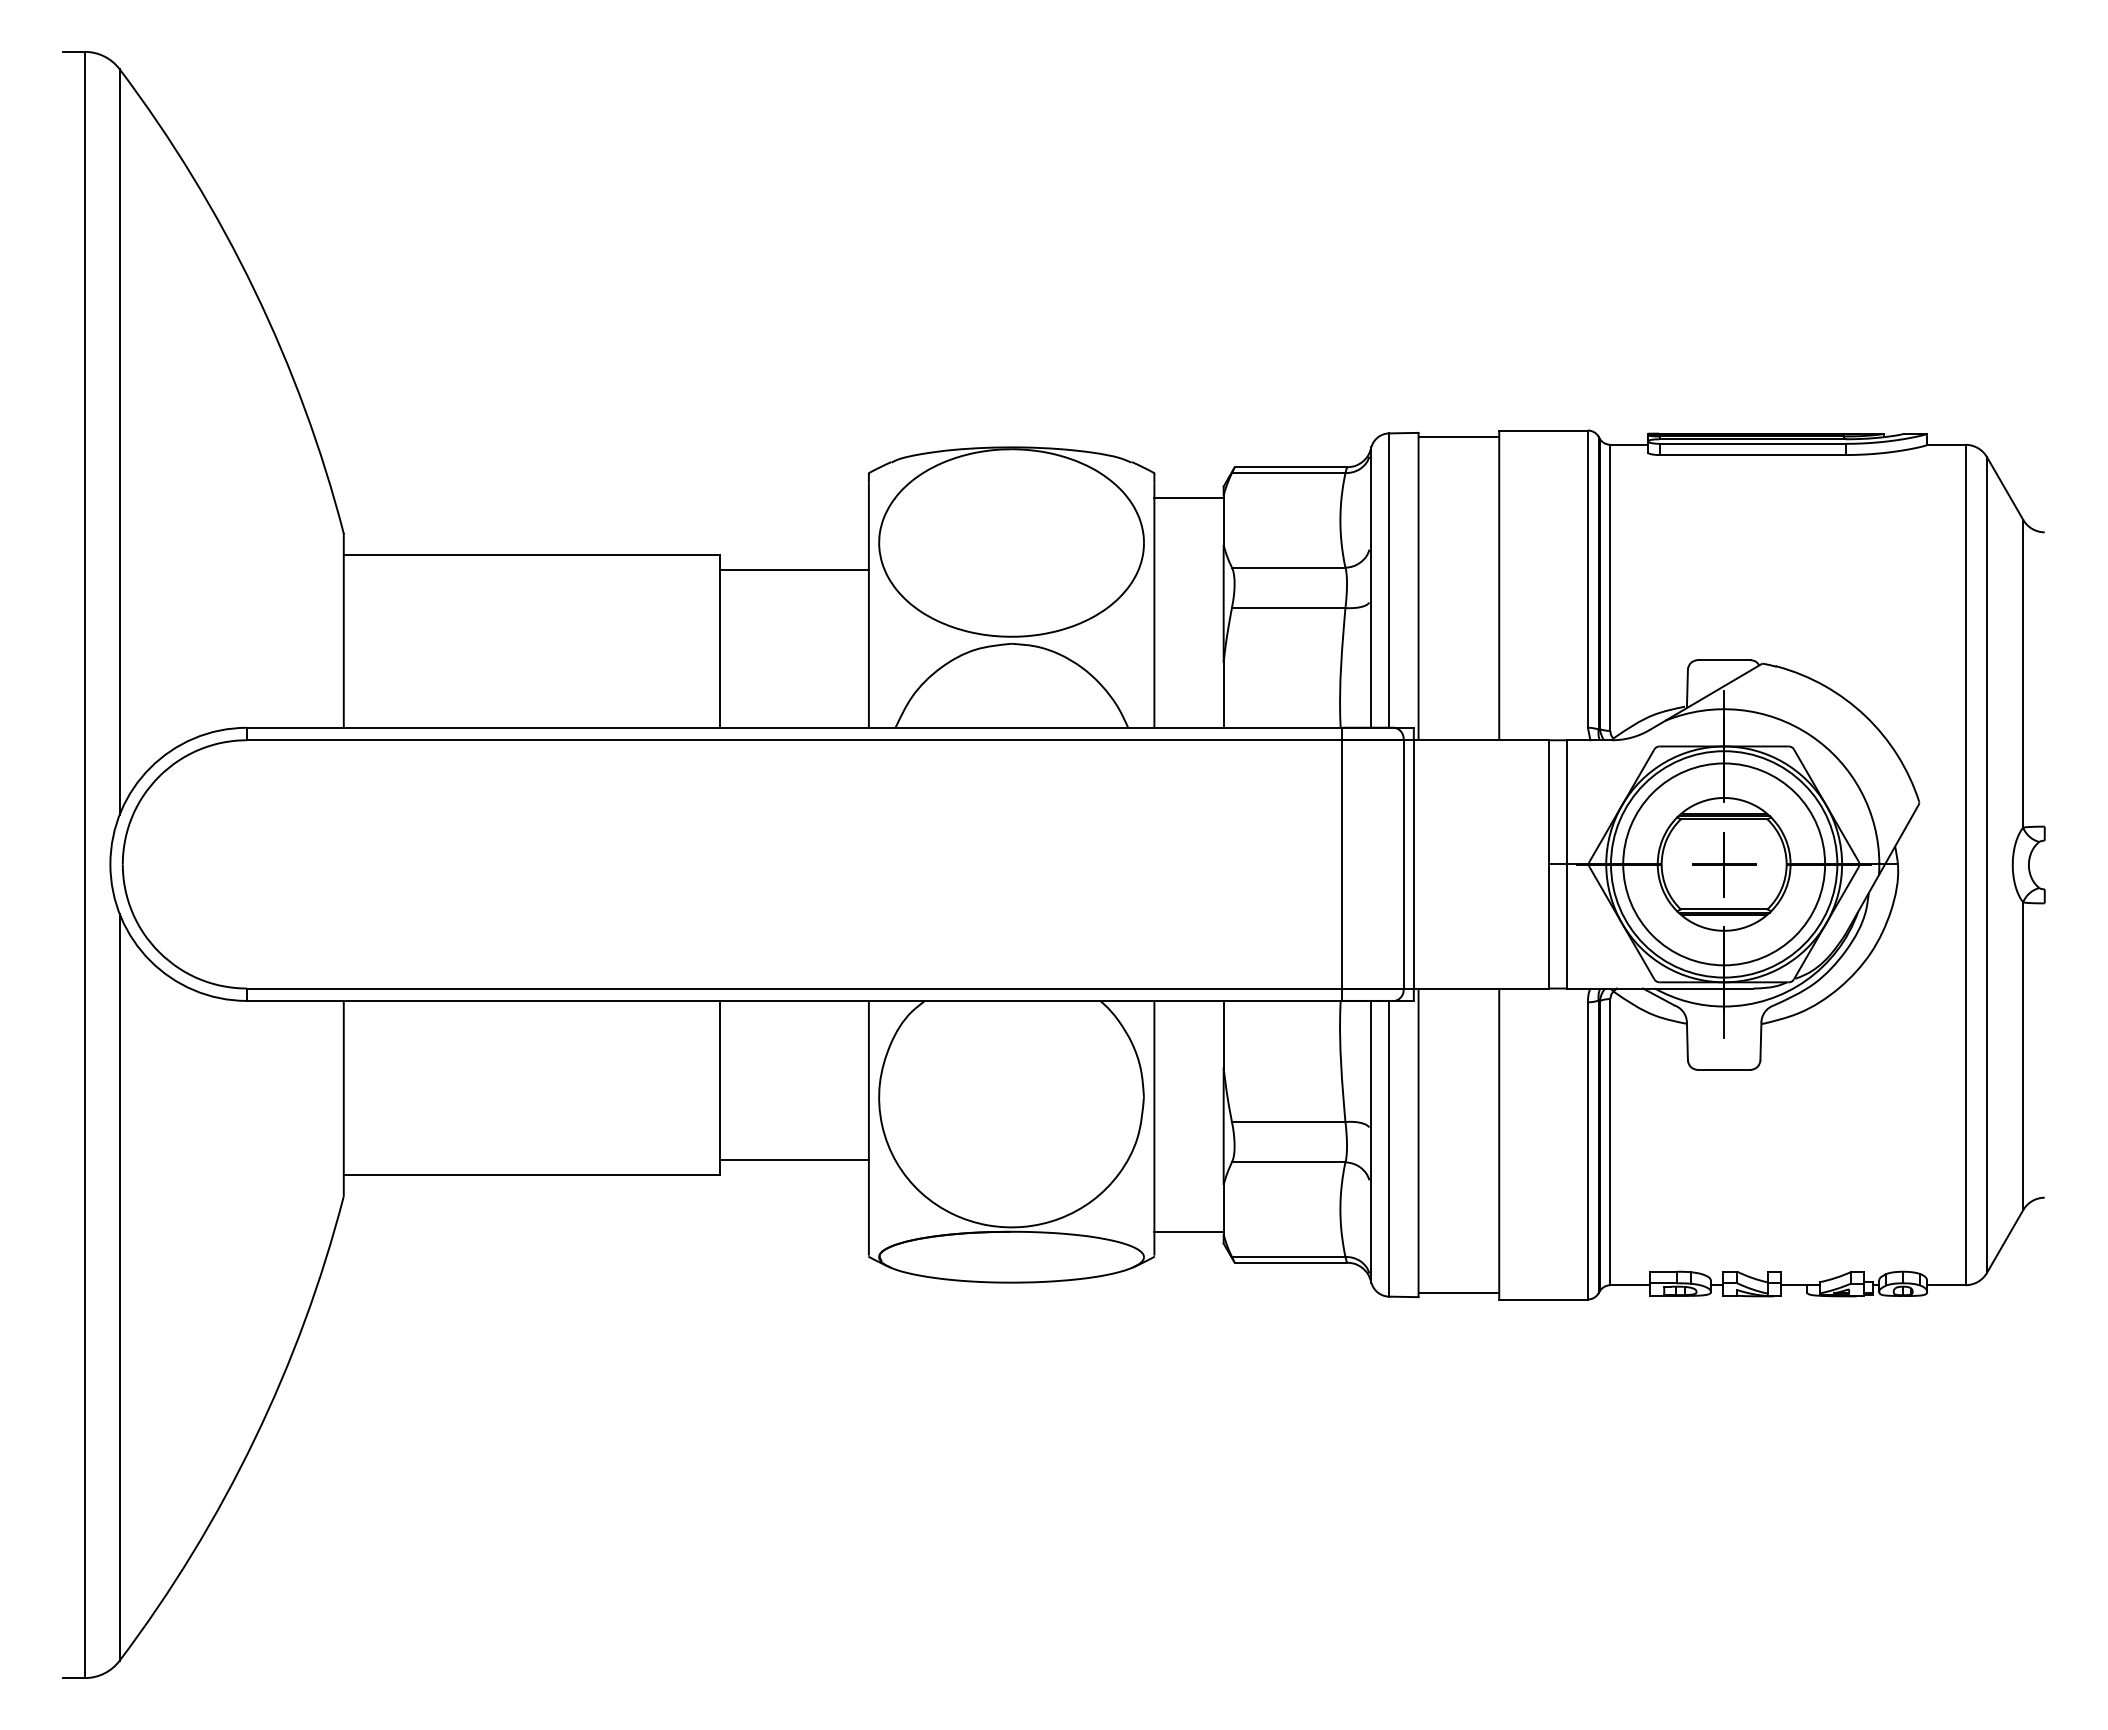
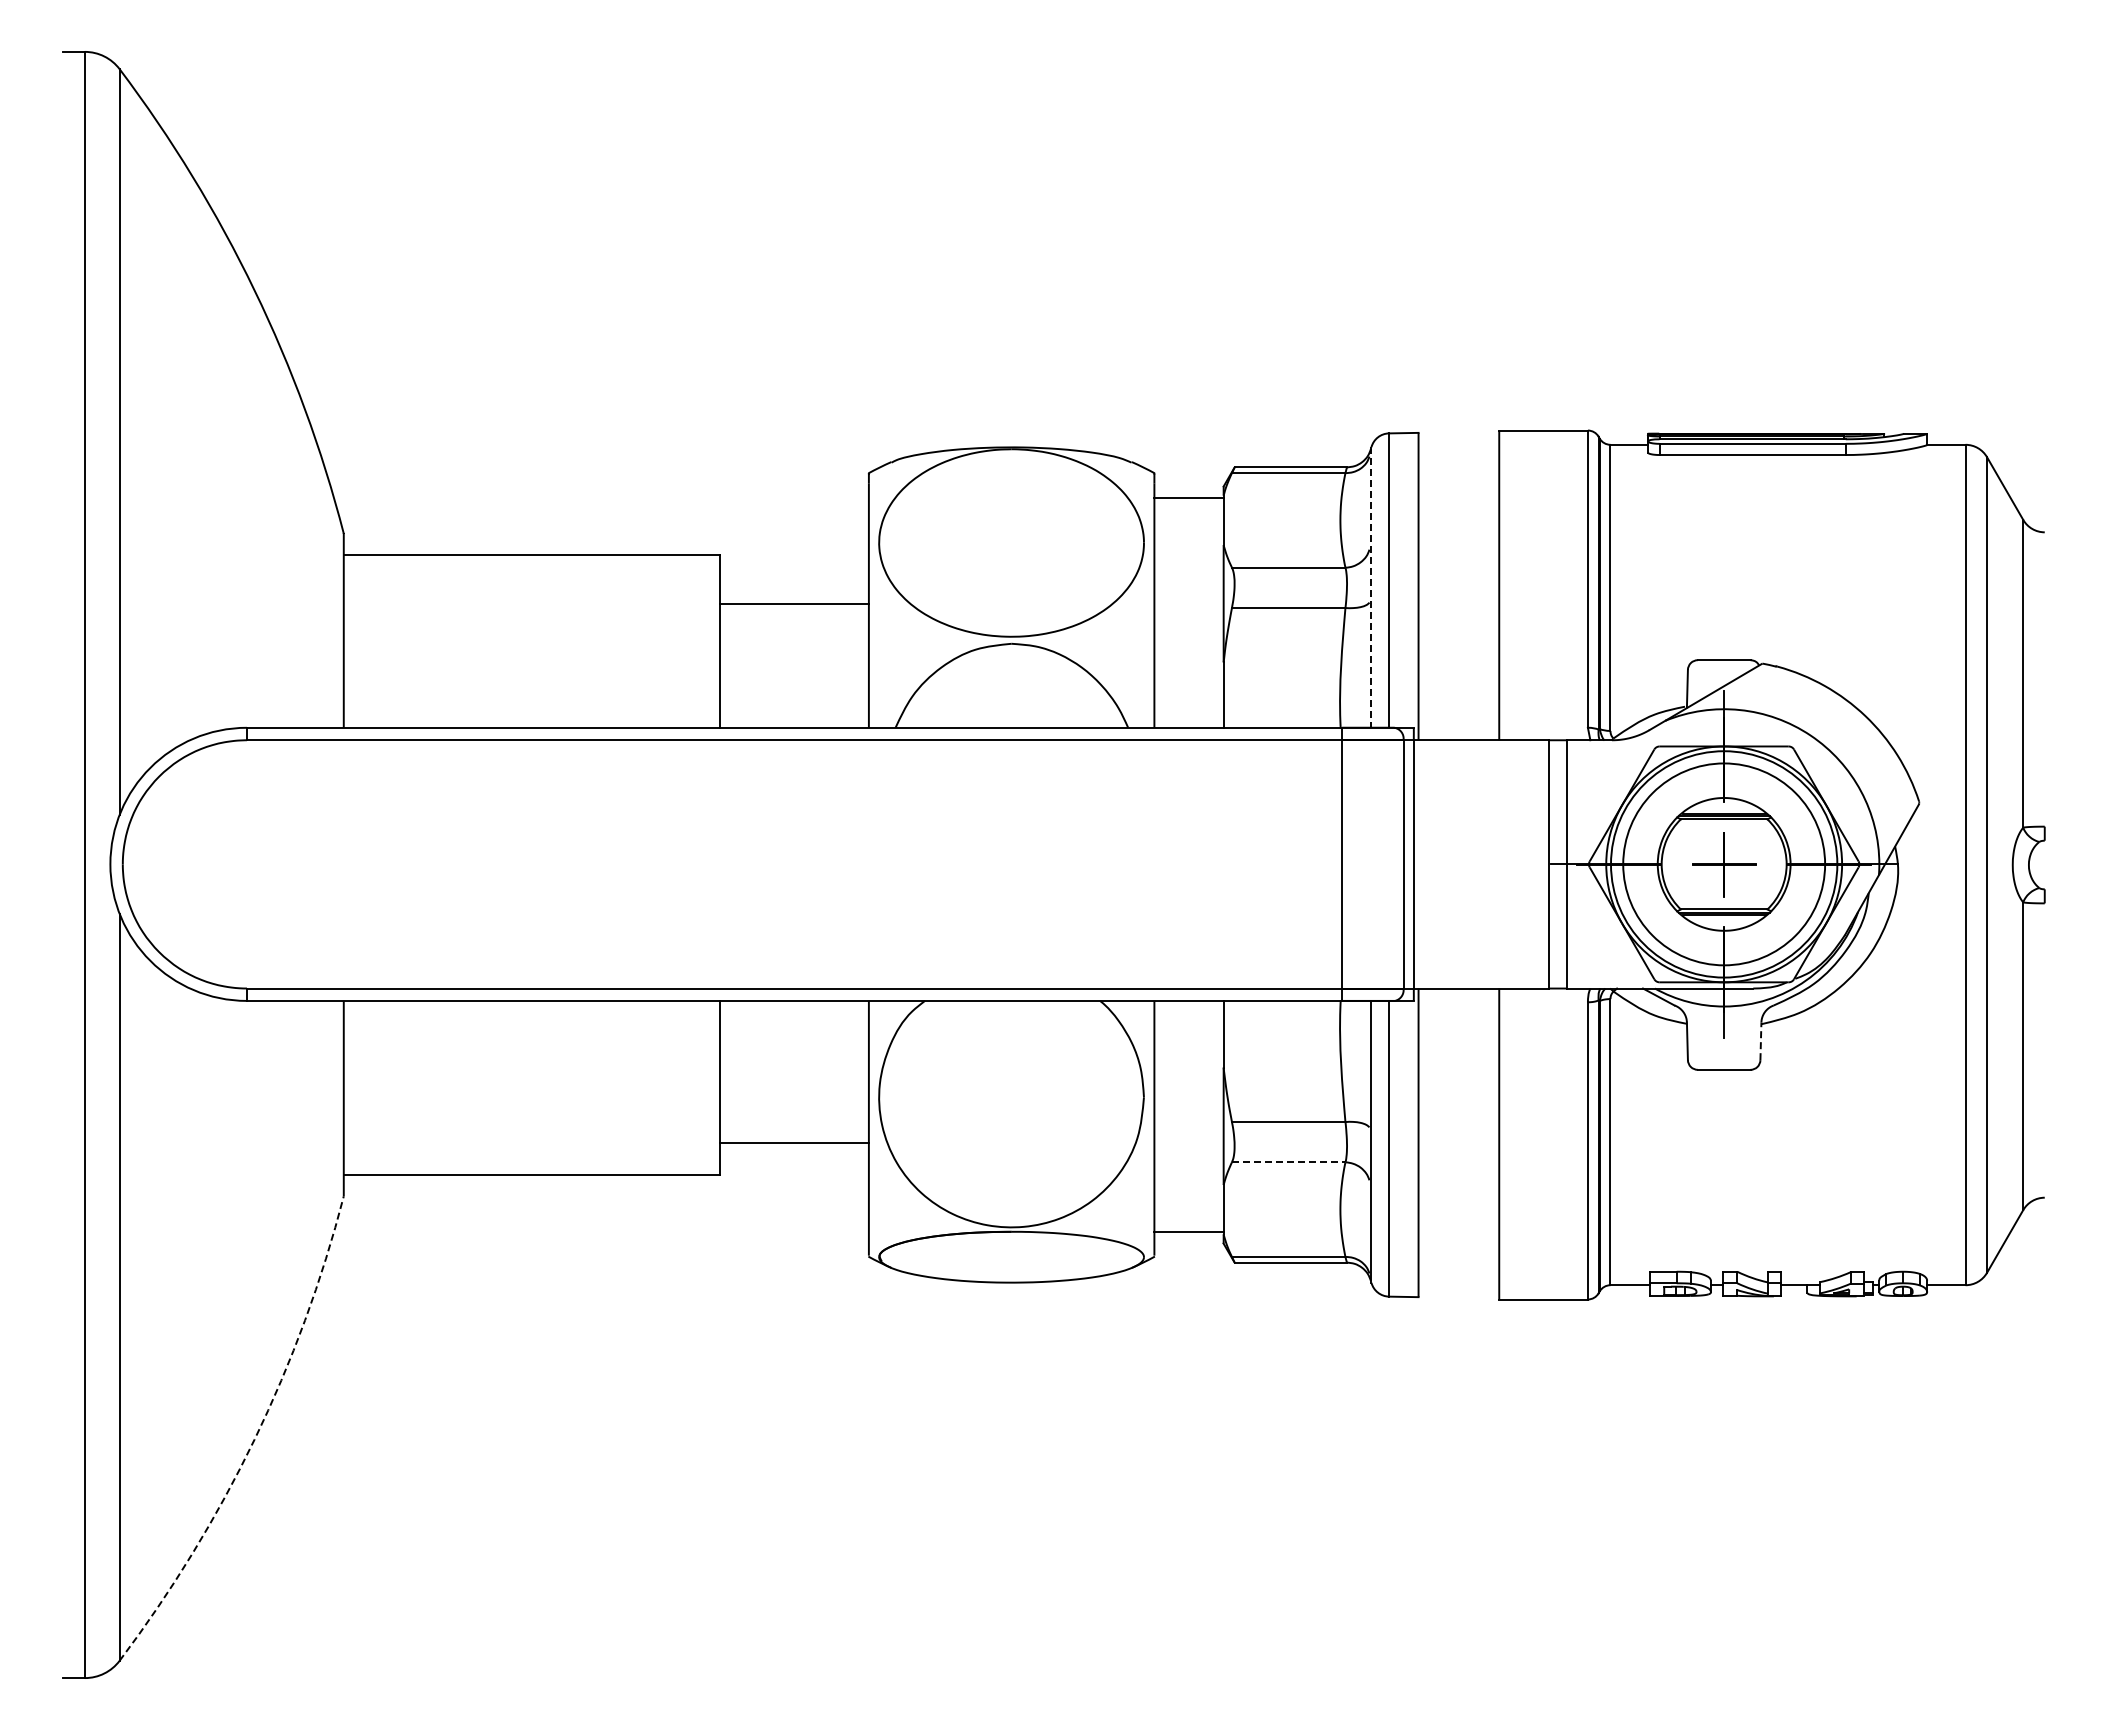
line at (1458, 436): present -> none
line at (793, 570) position: (793, 570) -> (793, 604)
line at (1371, 587): solid -> dashed
line at (1760, 1041): solid -> dashed
line at (793, 1159) position: (793, 1159) -> (793, 1142)
line at (1288, 1162): solid -> dashed
line at (1458, 1293): present -> none
arc at (254, 1439): solid -> dashed
